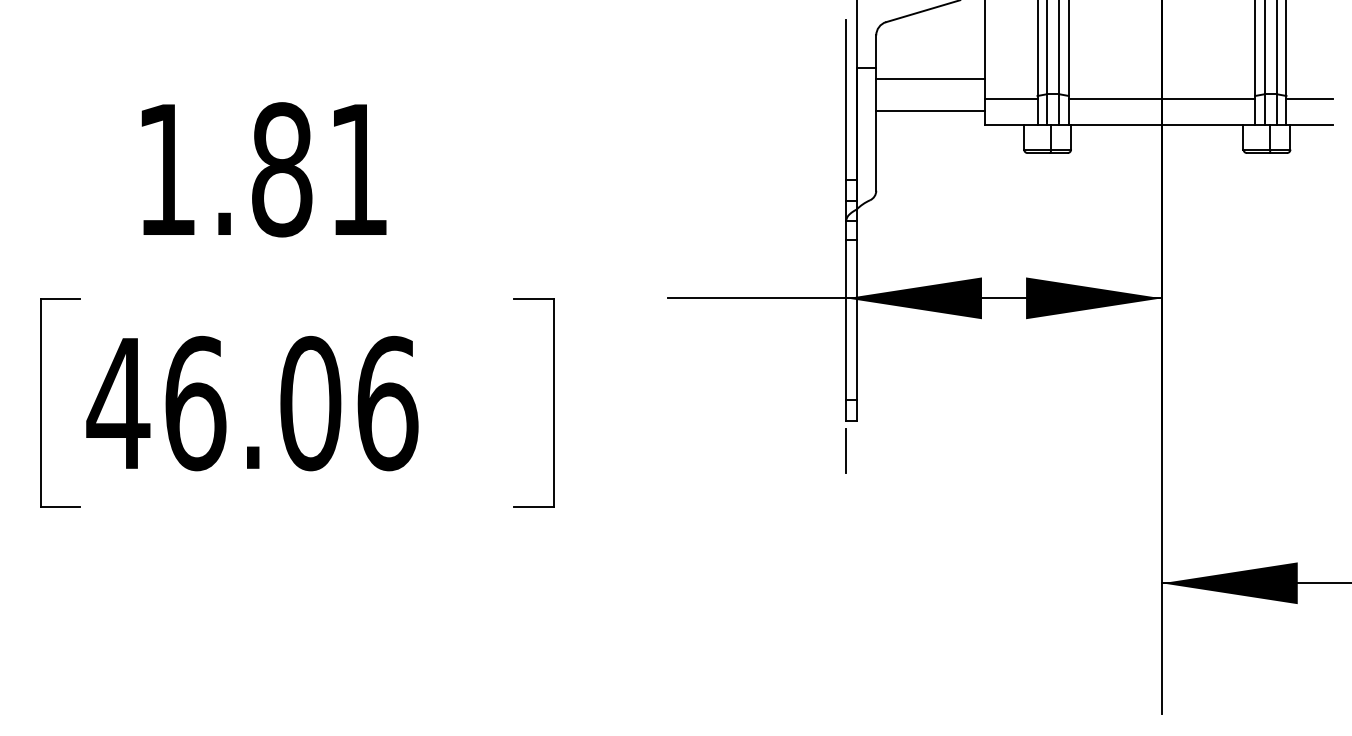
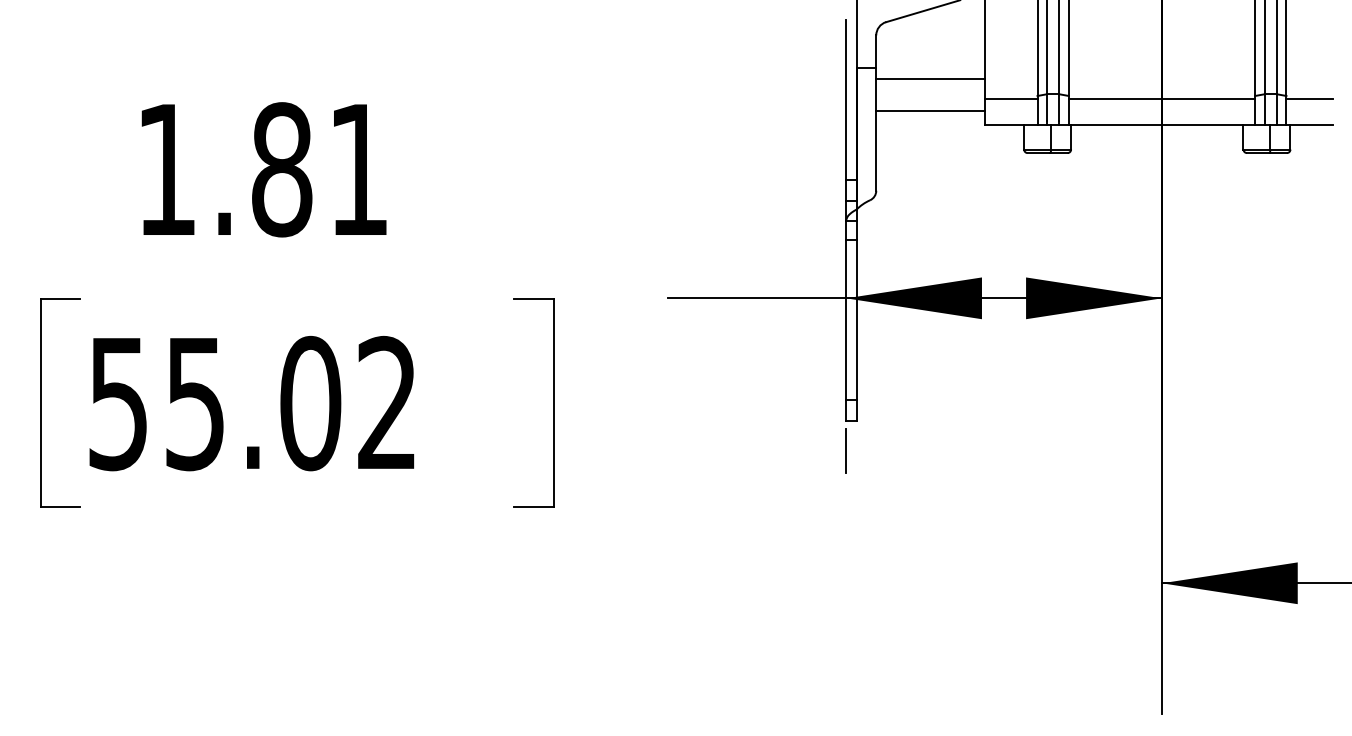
text at (252, 403): 46.06 -> 55.02
